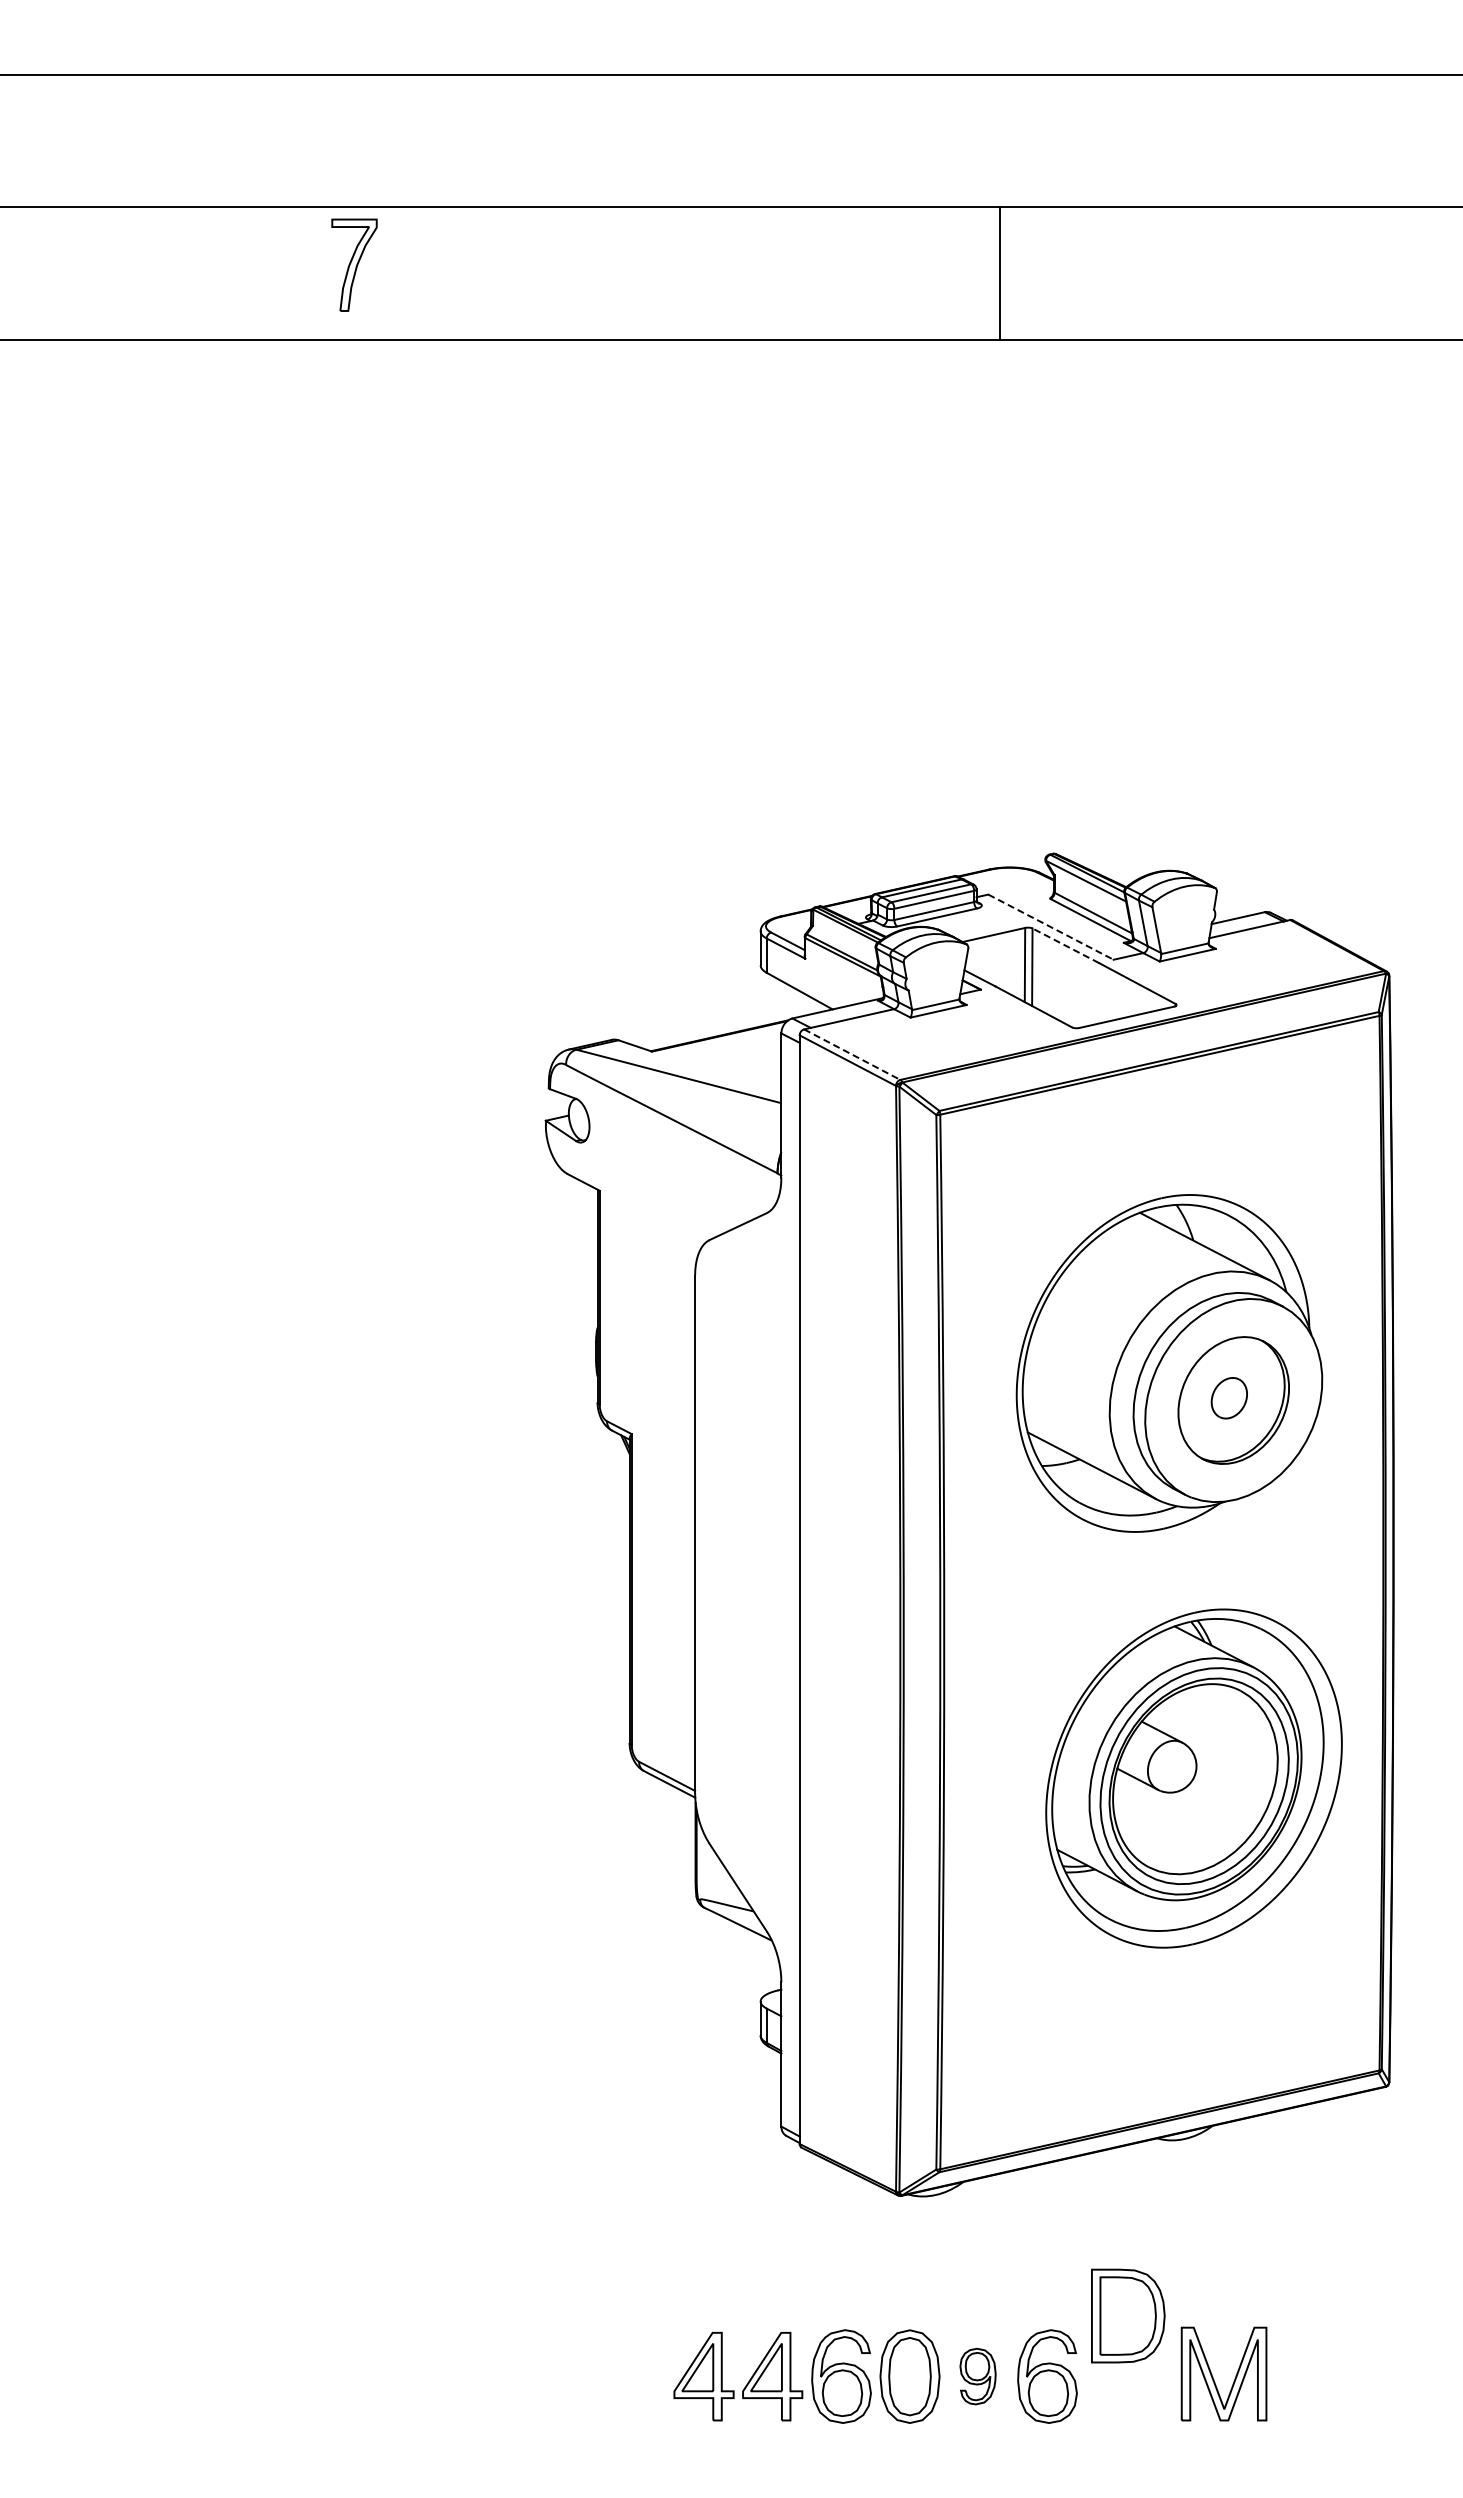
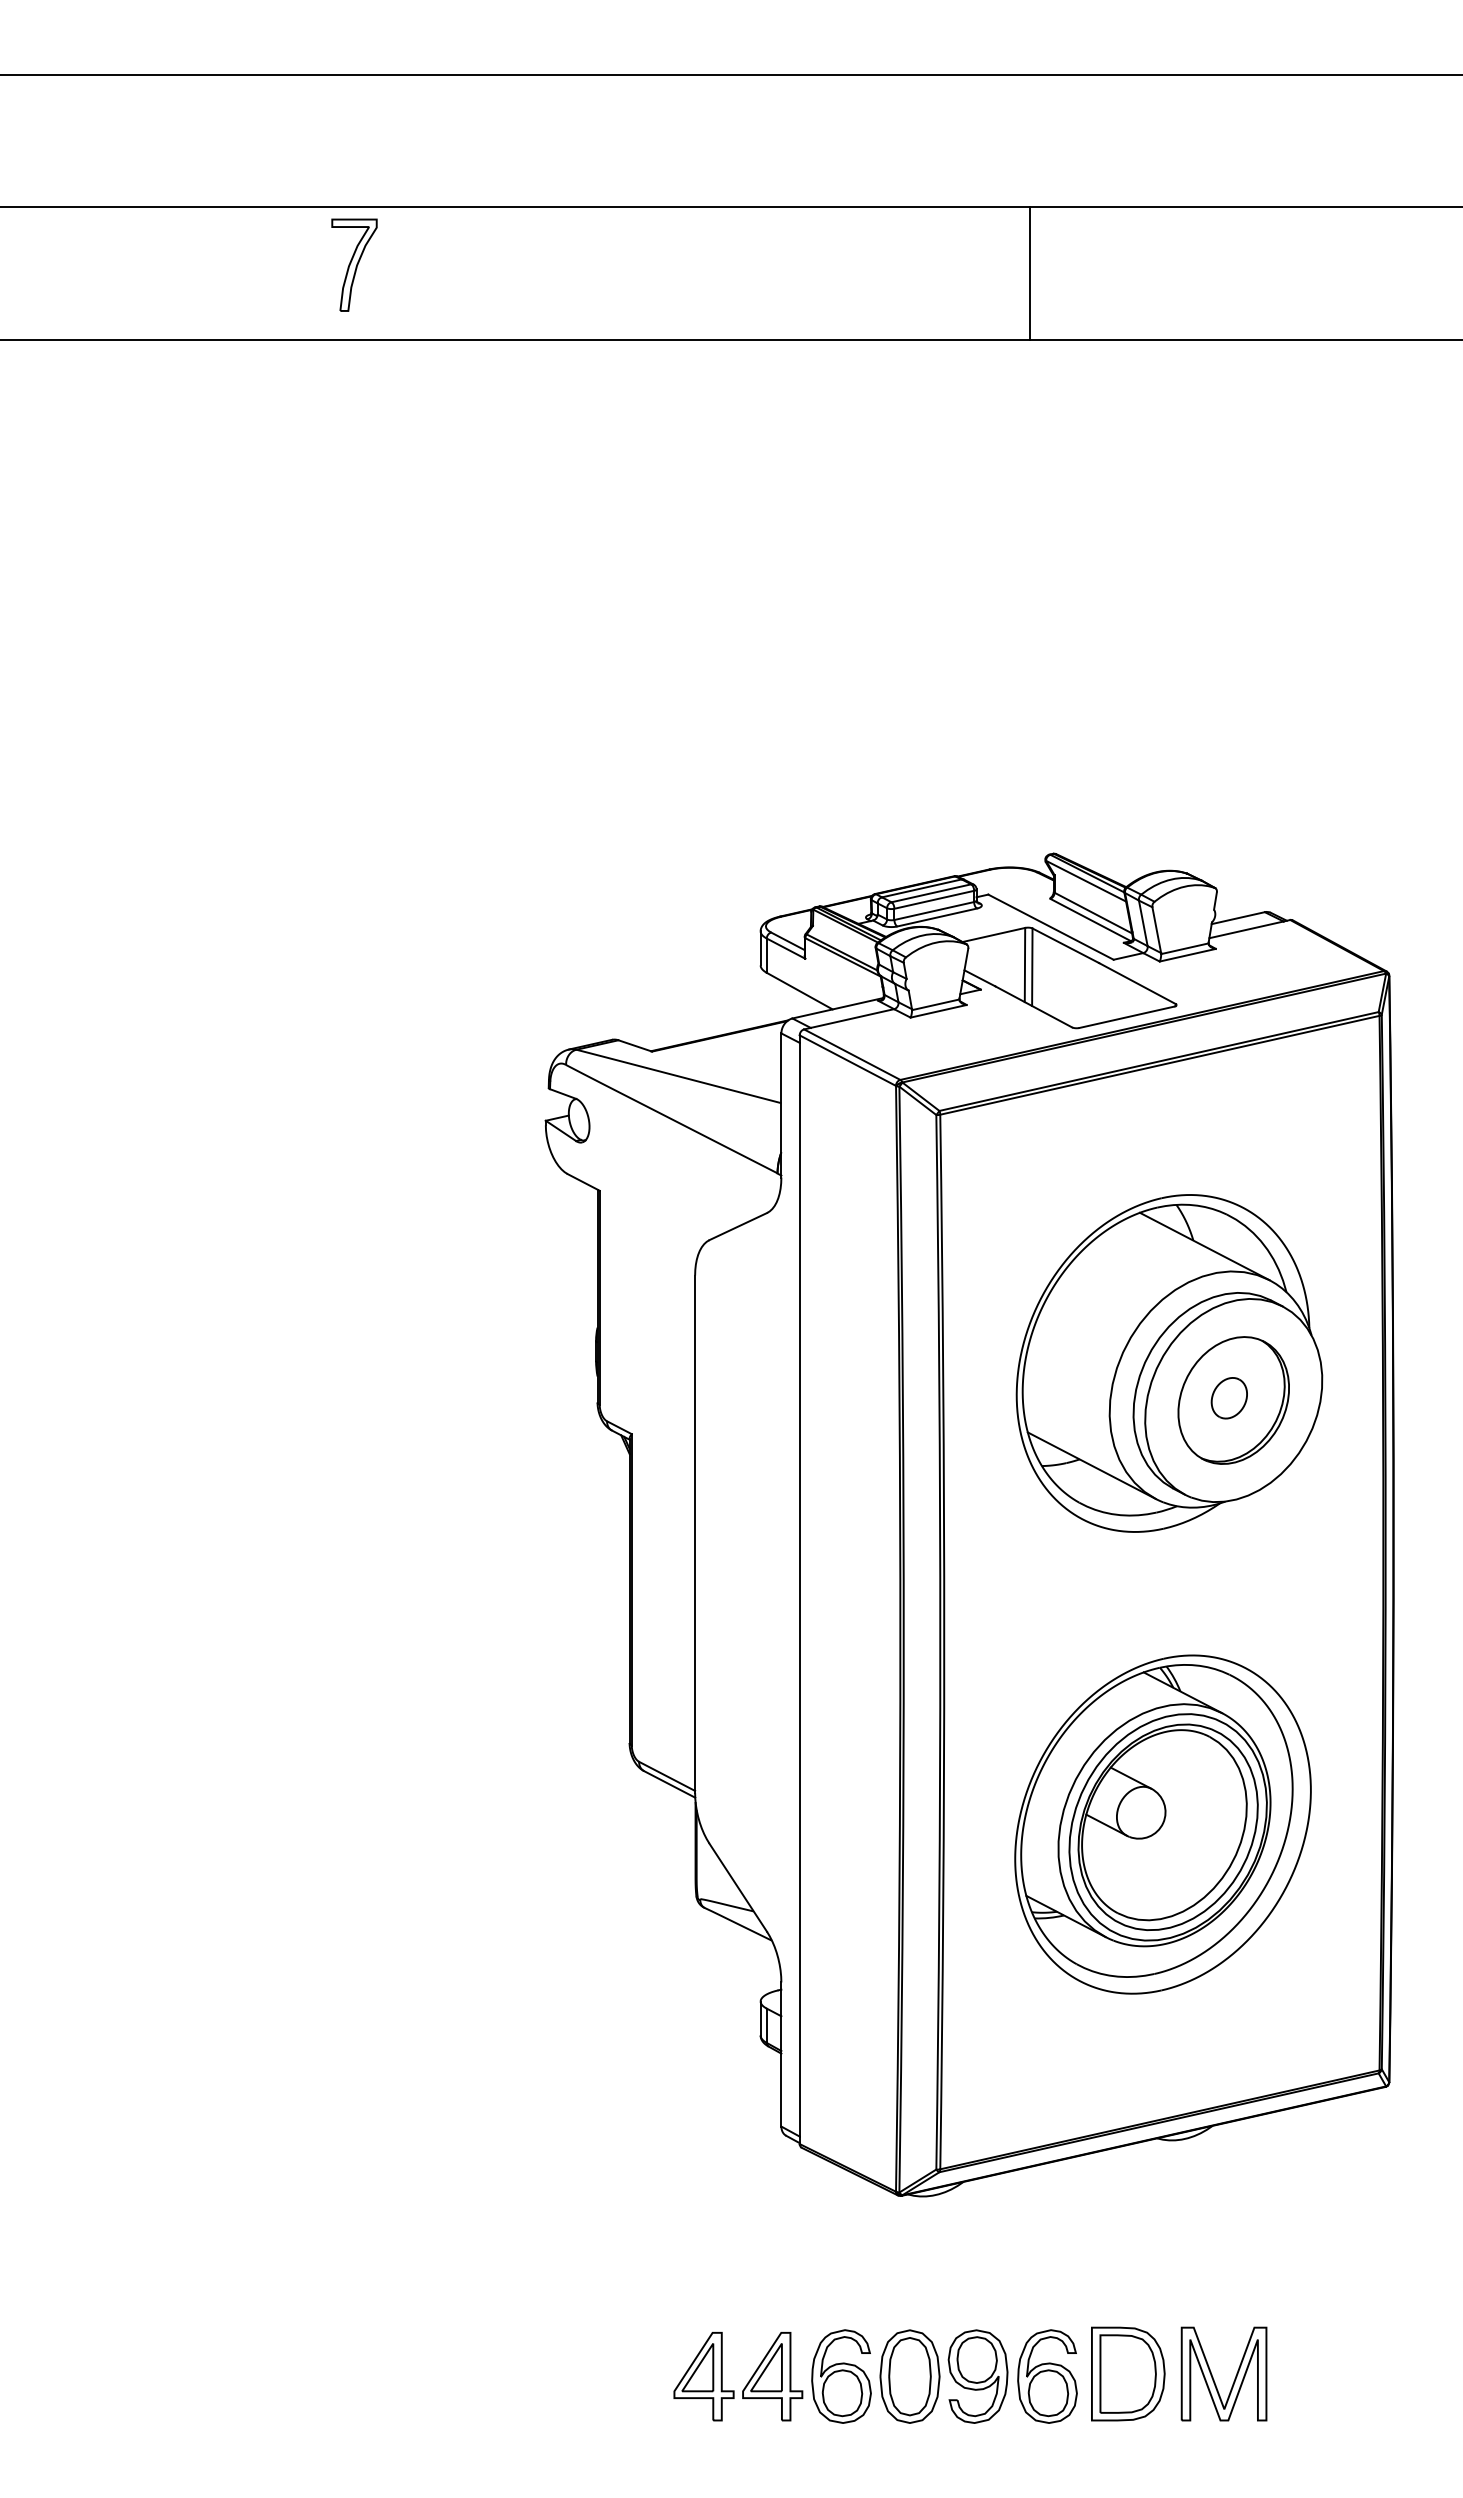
line at (1000, 273) position: (1000, 273) -> (1030, 273)
line at (1051, 927): dashed -> solid
line at (1065, 945): dashed -> solid
line at (852, 1054): dashed -> solid
part at (1193, 1778) position: (1193, 1778) -> (1162, 1824)
part at (1128, 2315) position: (1128, 2315) -> (1128, 2373)
part at (977, 2376) size: 38x59 px -> 62x95 px
